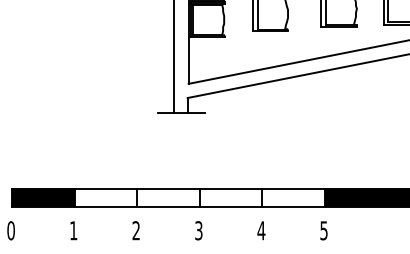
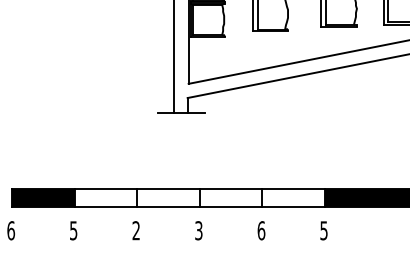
text at (11, 230): 0 -> 6
text at (73, 230): 1 -> 5
text at (261, 230): 4 -> 6
